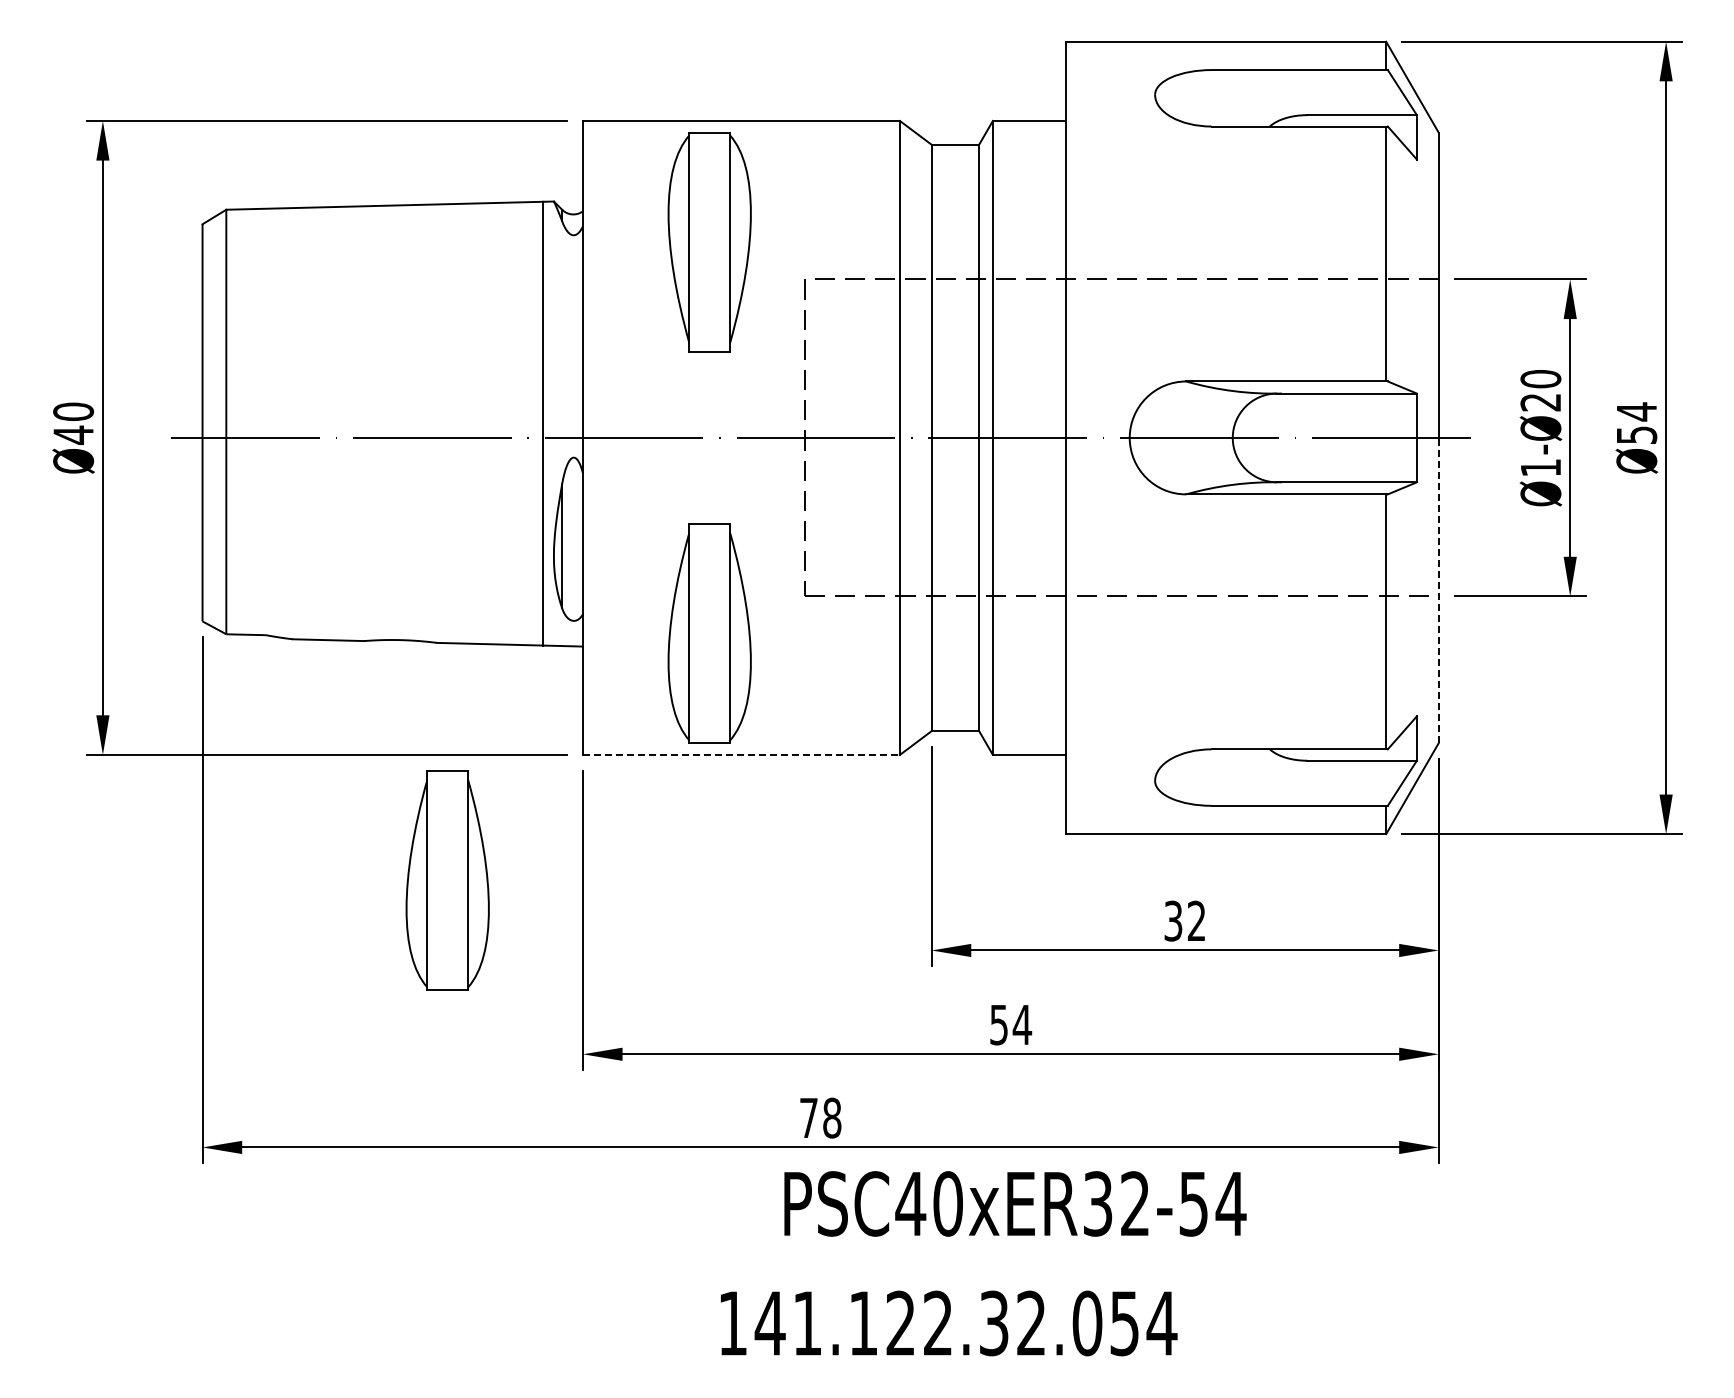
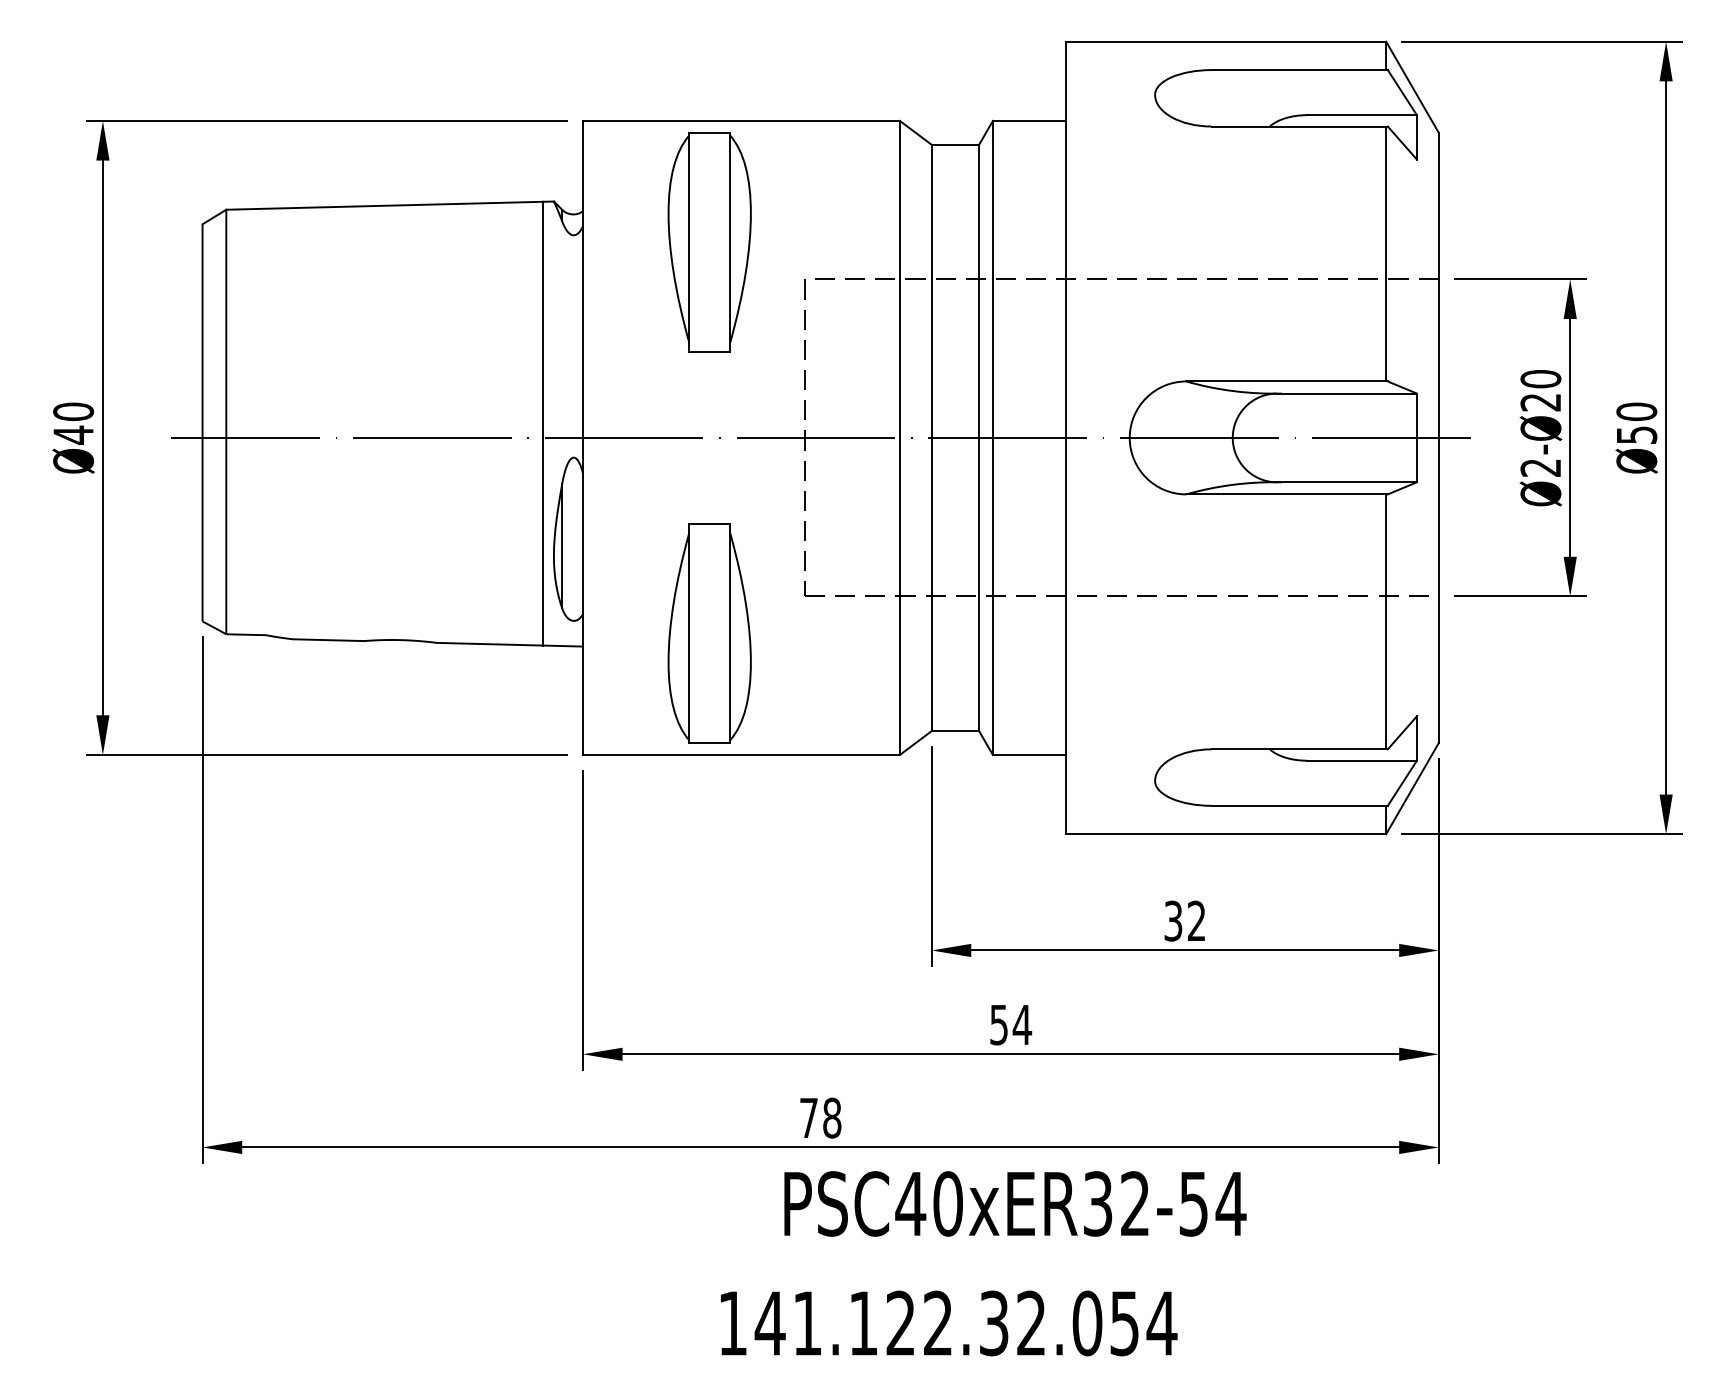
text at (1636, 411): Ø54 -> Ø50
text at (1540, 467): Ø1-Ø20 -> Ø2-Ø20
line at (1438, 590): dashed -> solid
line at (741, 754): dashed -> solid
part at (447, 880): present -> none
